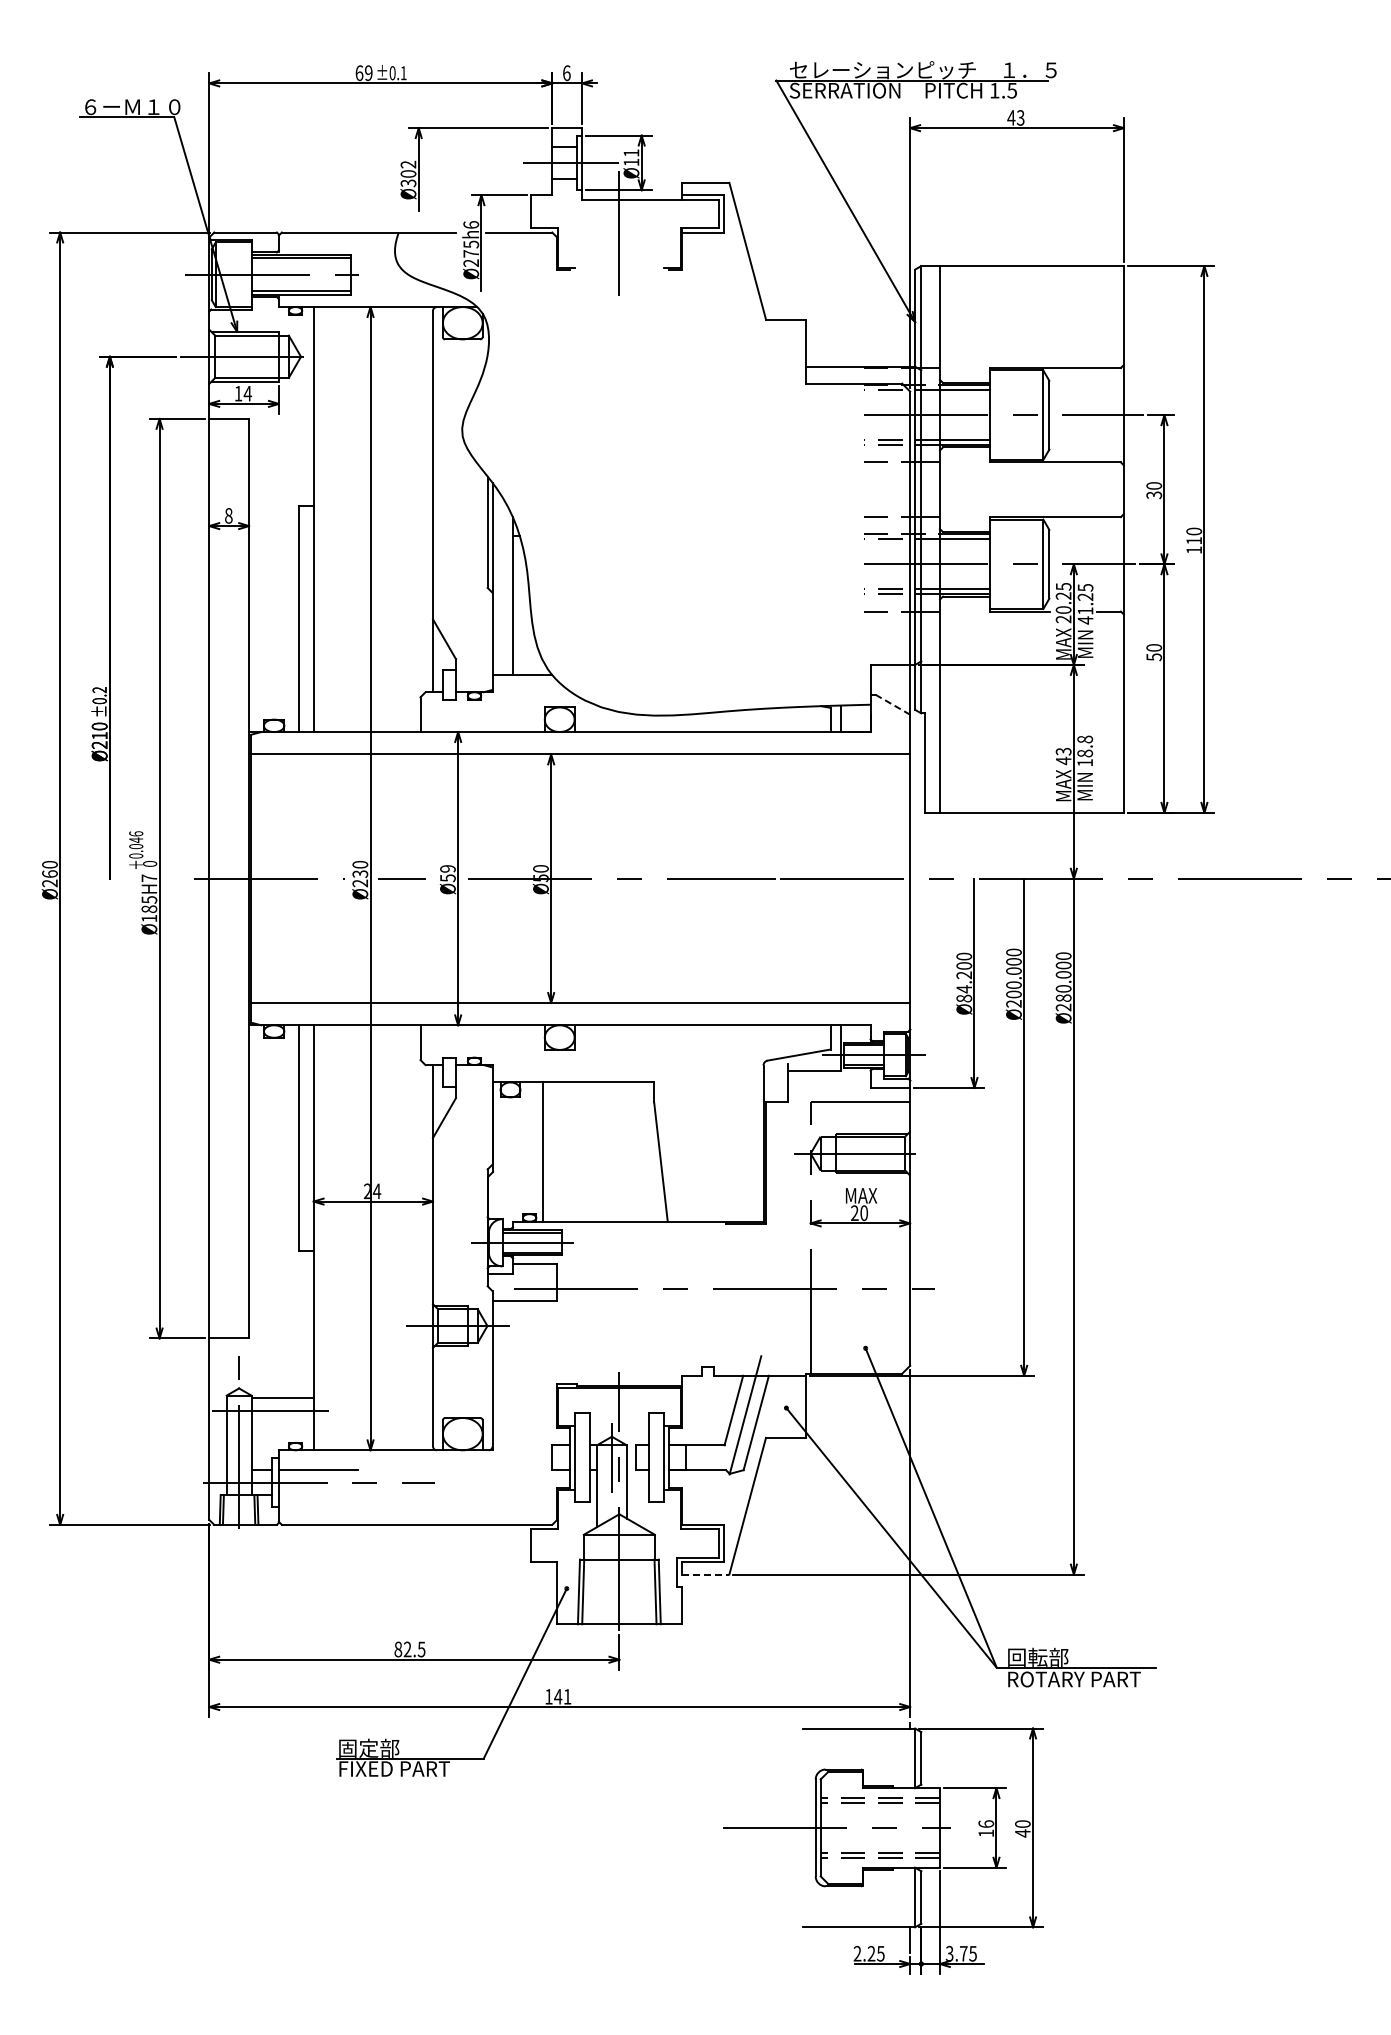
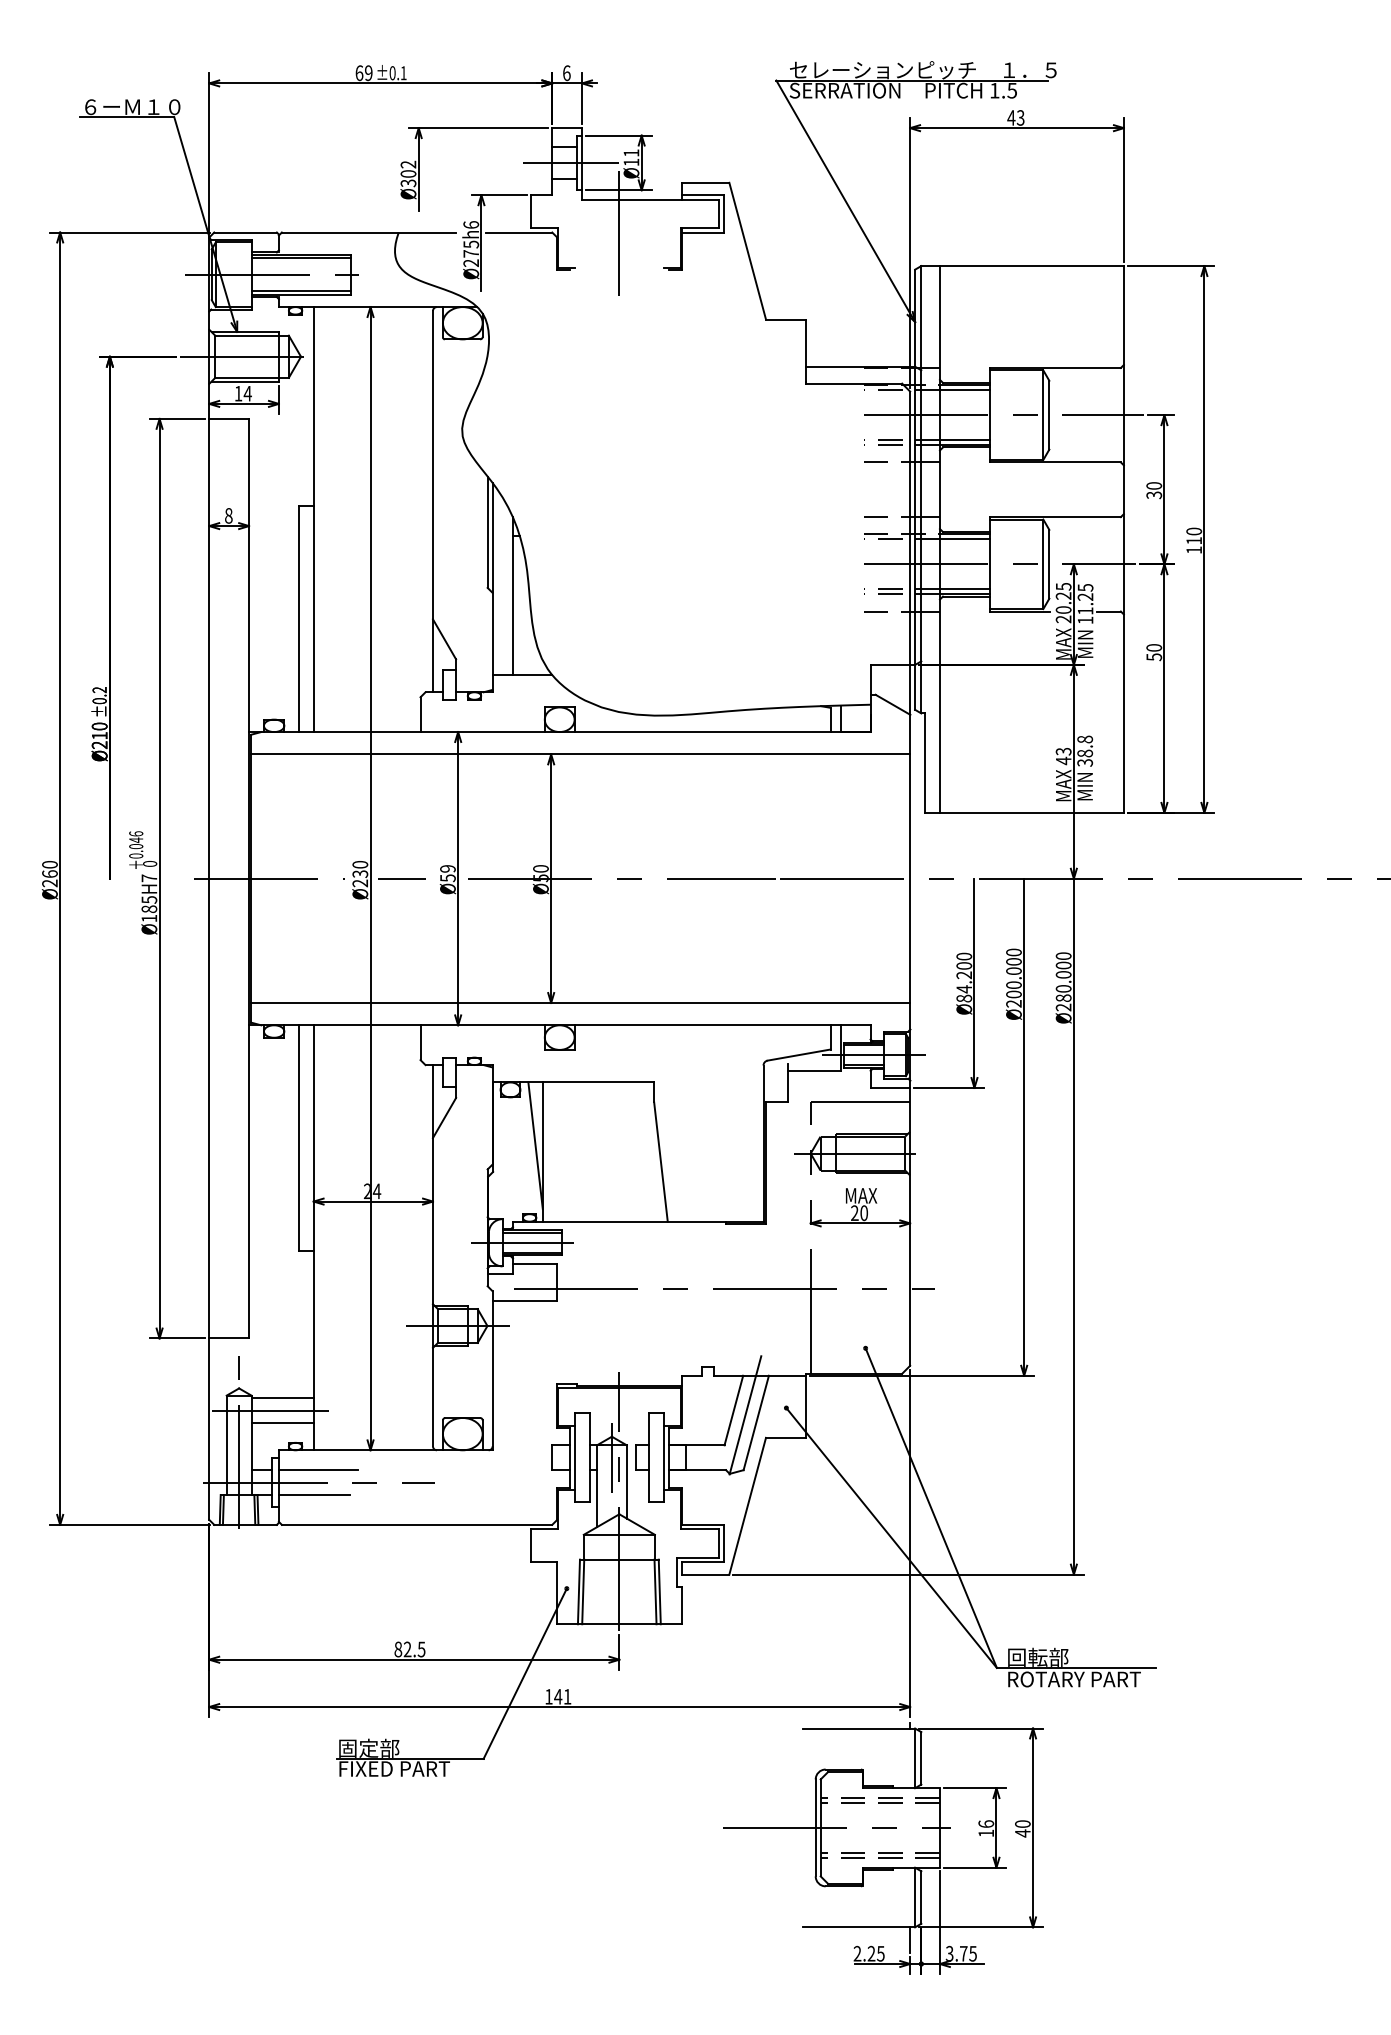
text at (1085, 620): 41.25 -> 11.25
line at (893, 705): dashed -> solid
text at (1085, 762): 18.8 -> 38.8
line at (535, 1145): none -> present
line at (282, 1422): none -> present
line at (313, 1495): none -> present
line at (705, 1574): dashed -> solid
